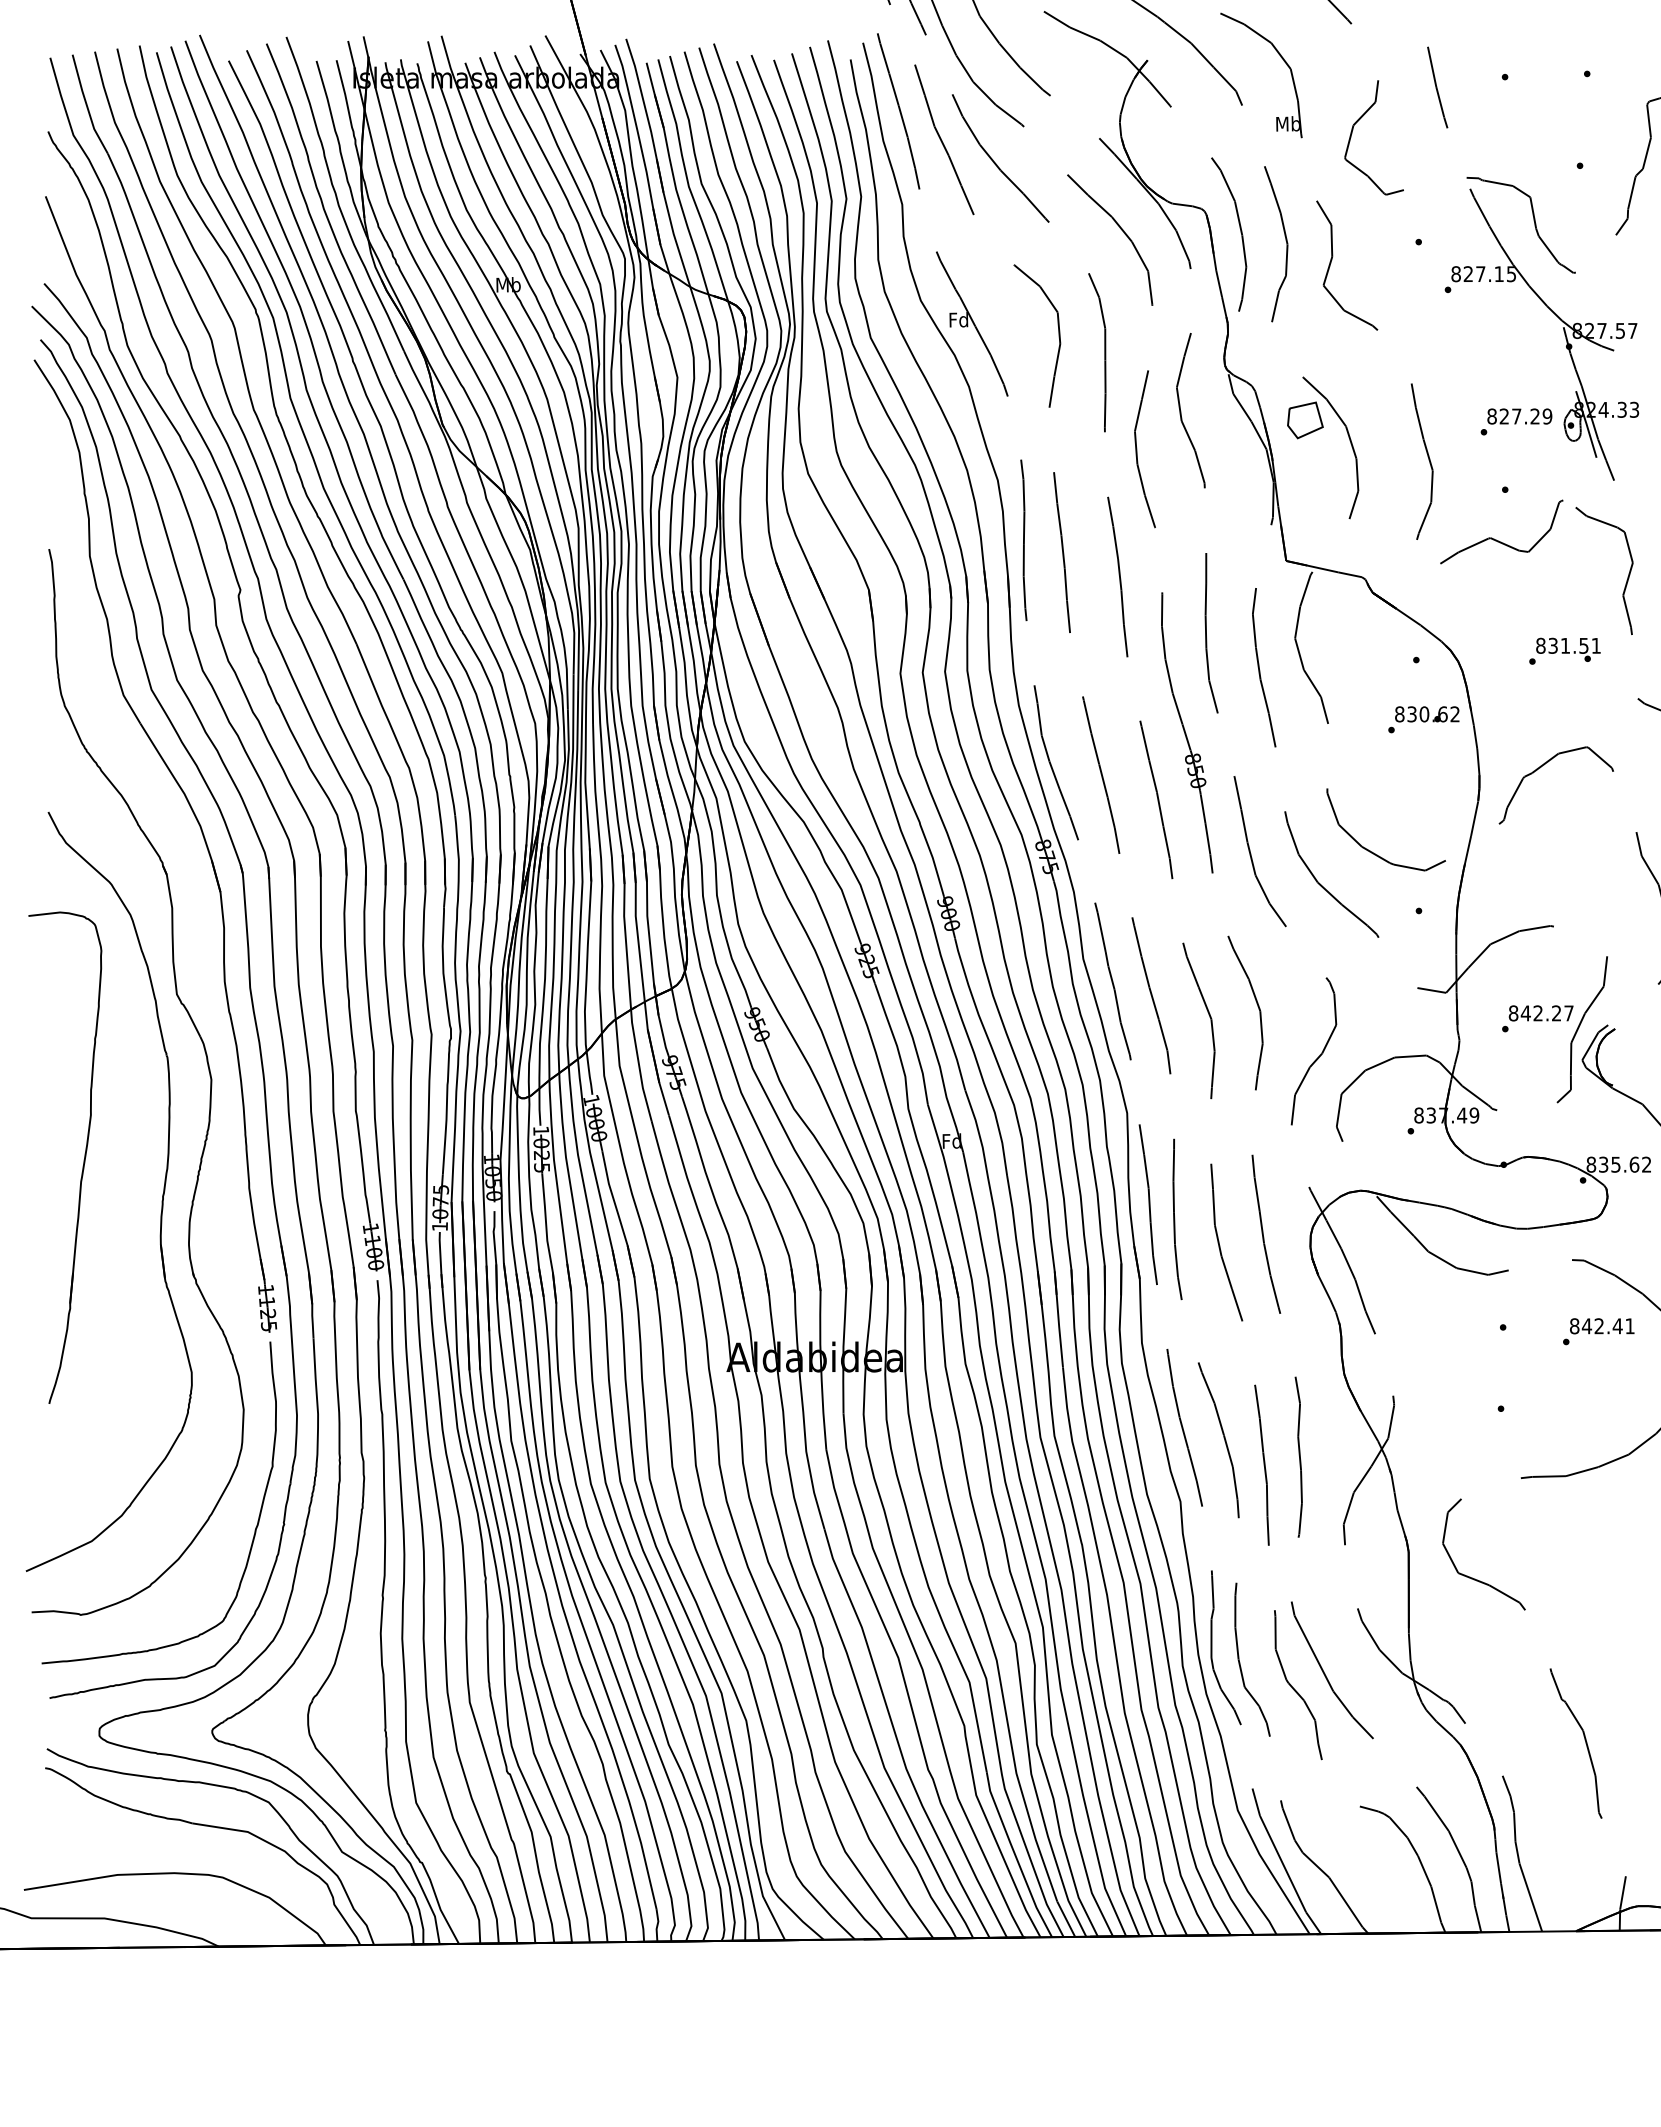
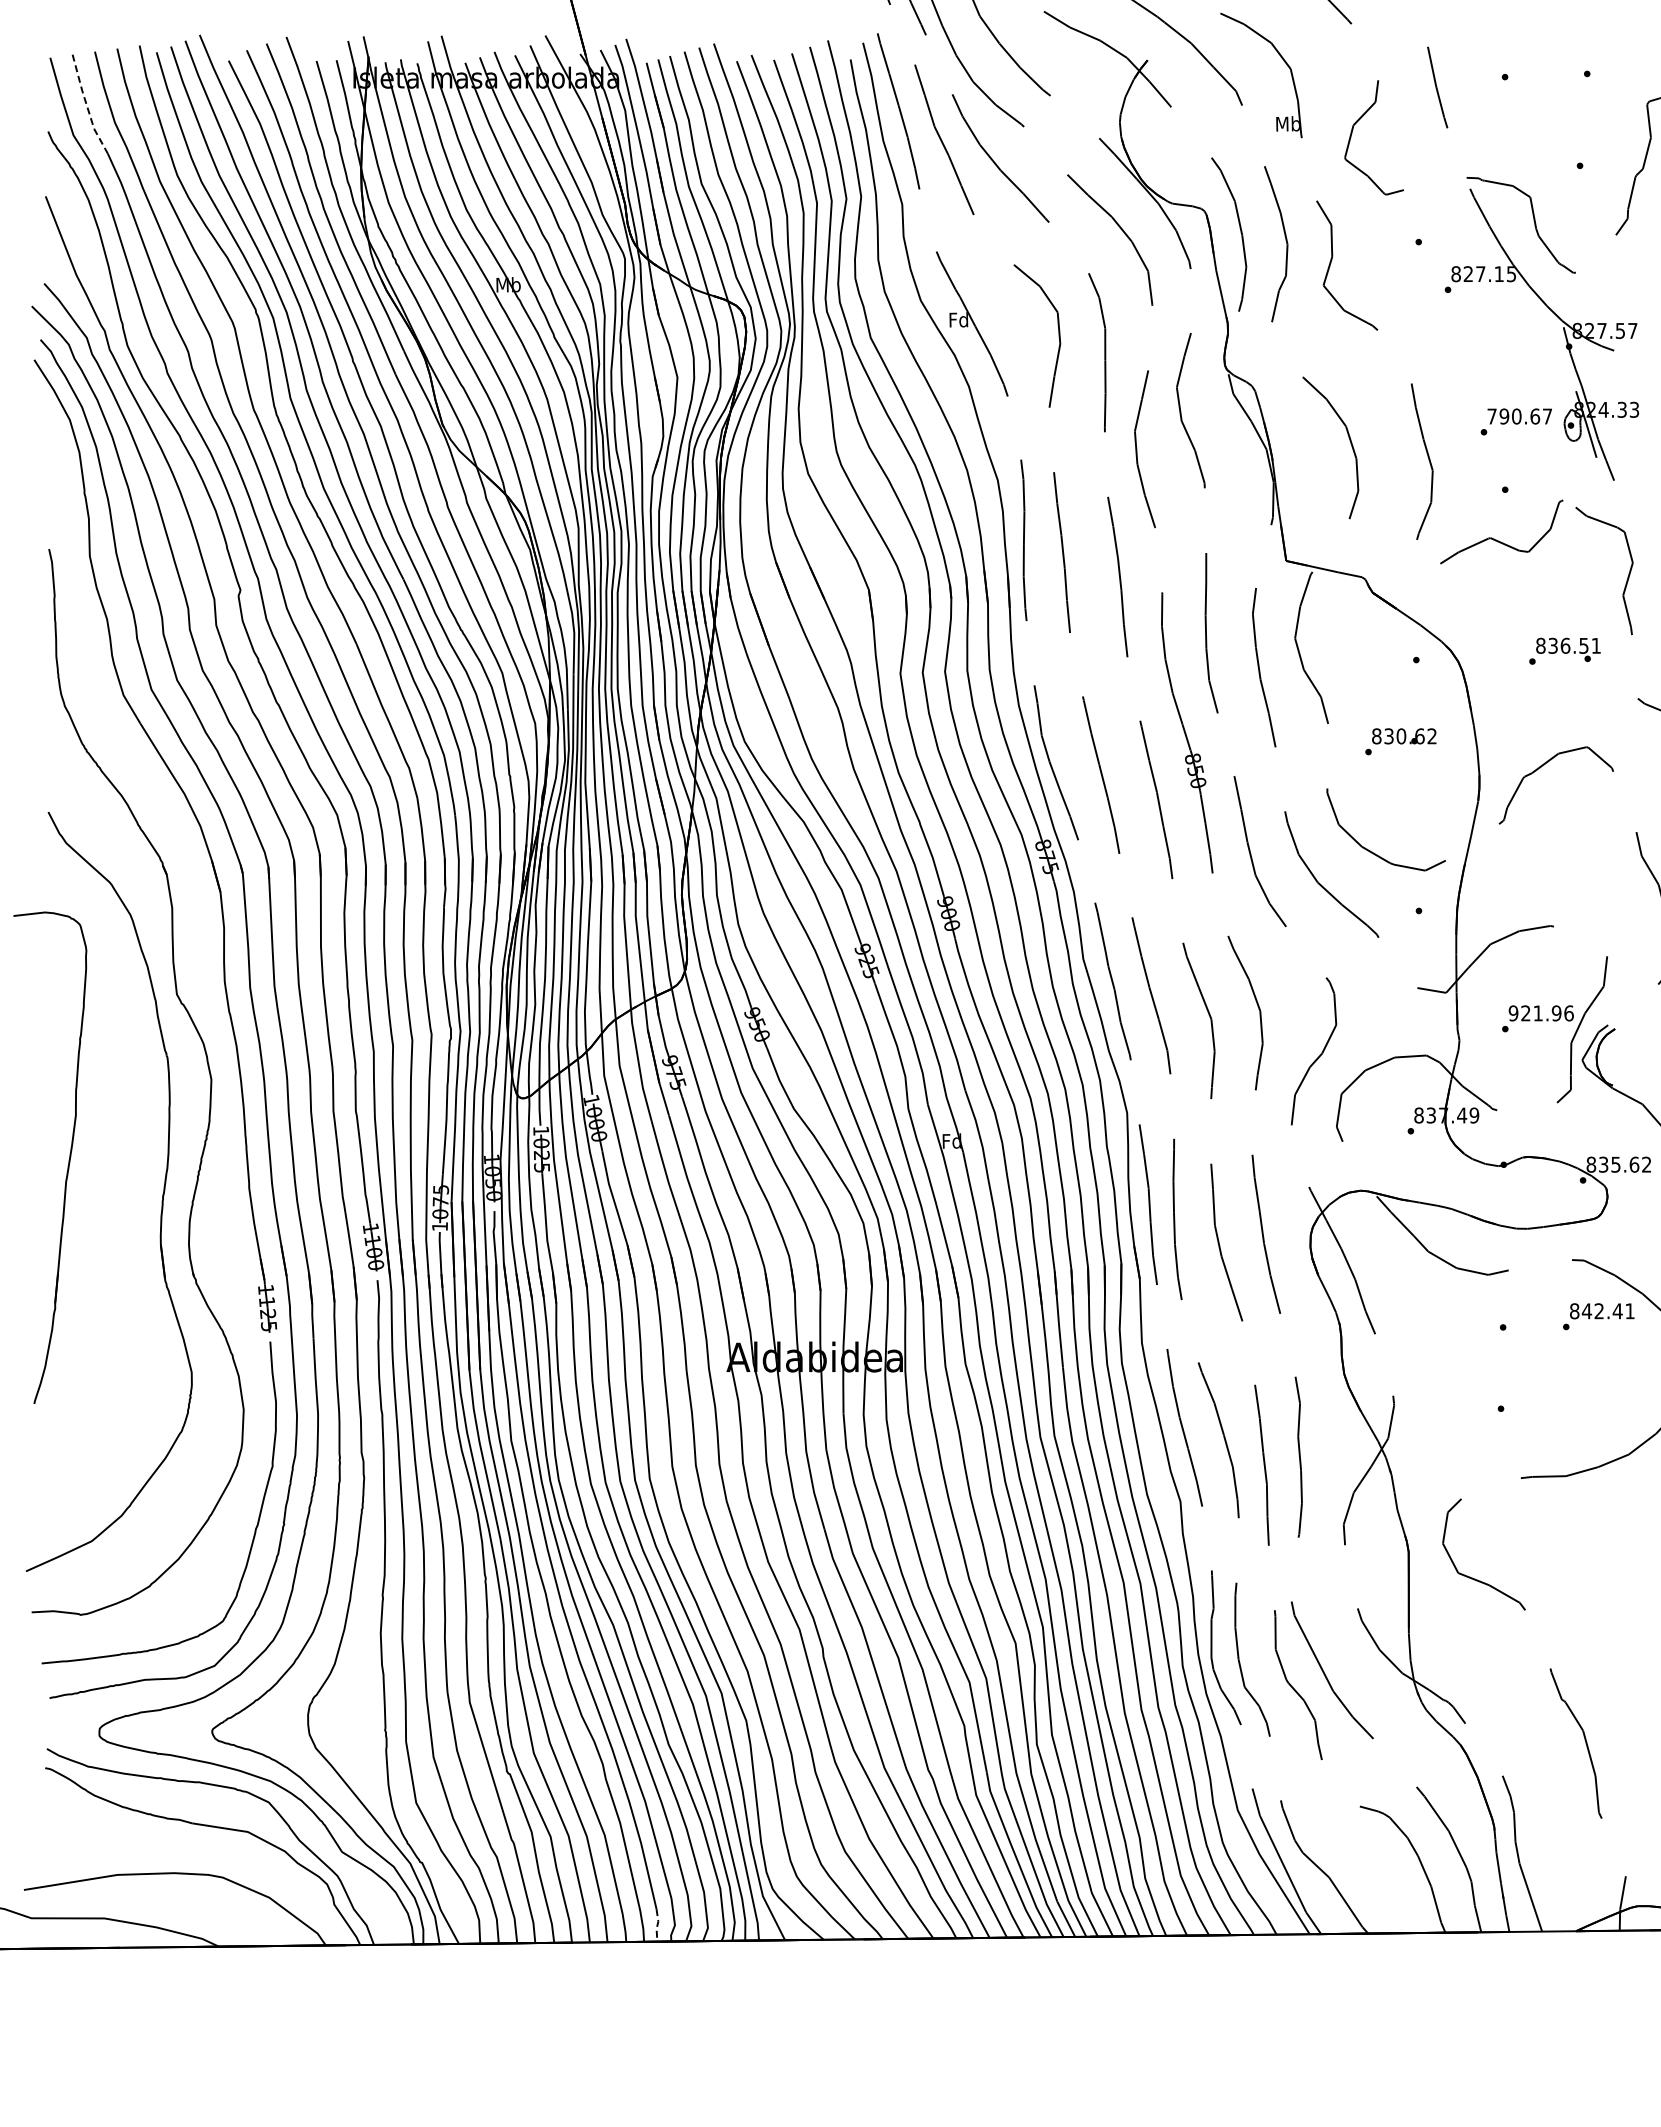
line at (87, 106): solid -> dashed
text at (1519, 416): 827.29 -> 790.67
part at (1305, 420): present -> none
text at (1565, 645): 831.51 -> 836.51
text at (1423, 719) position: (1423, 719) -> (1400, 741)
text at (1540, 1013): 842.27 -> 921.96
part at (83, 1159) position: (83, 1159) -> (68, 1159)
text at (1598, 1331) position: (1598, 1331) -> (1598, 1316)
line at (657, 1925): solid -> dashed
